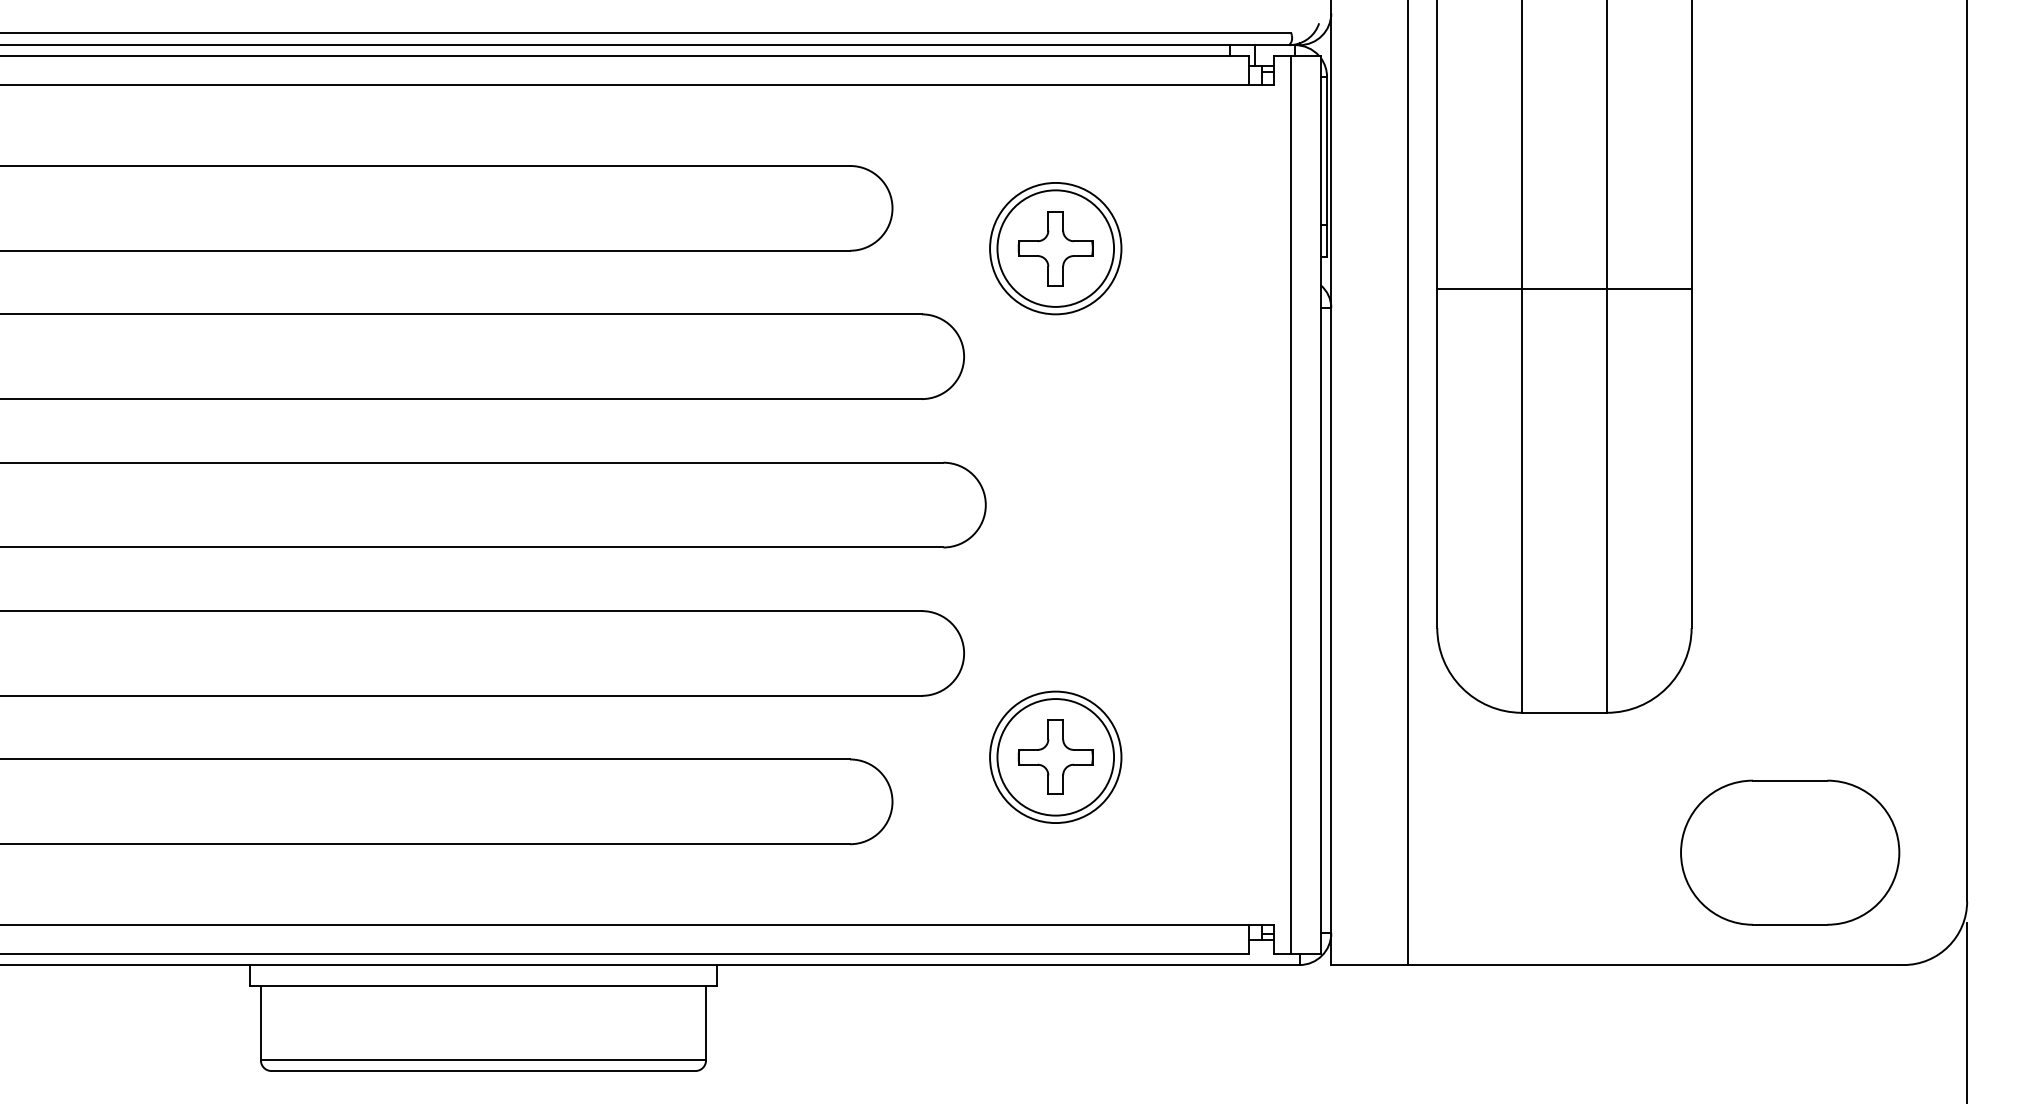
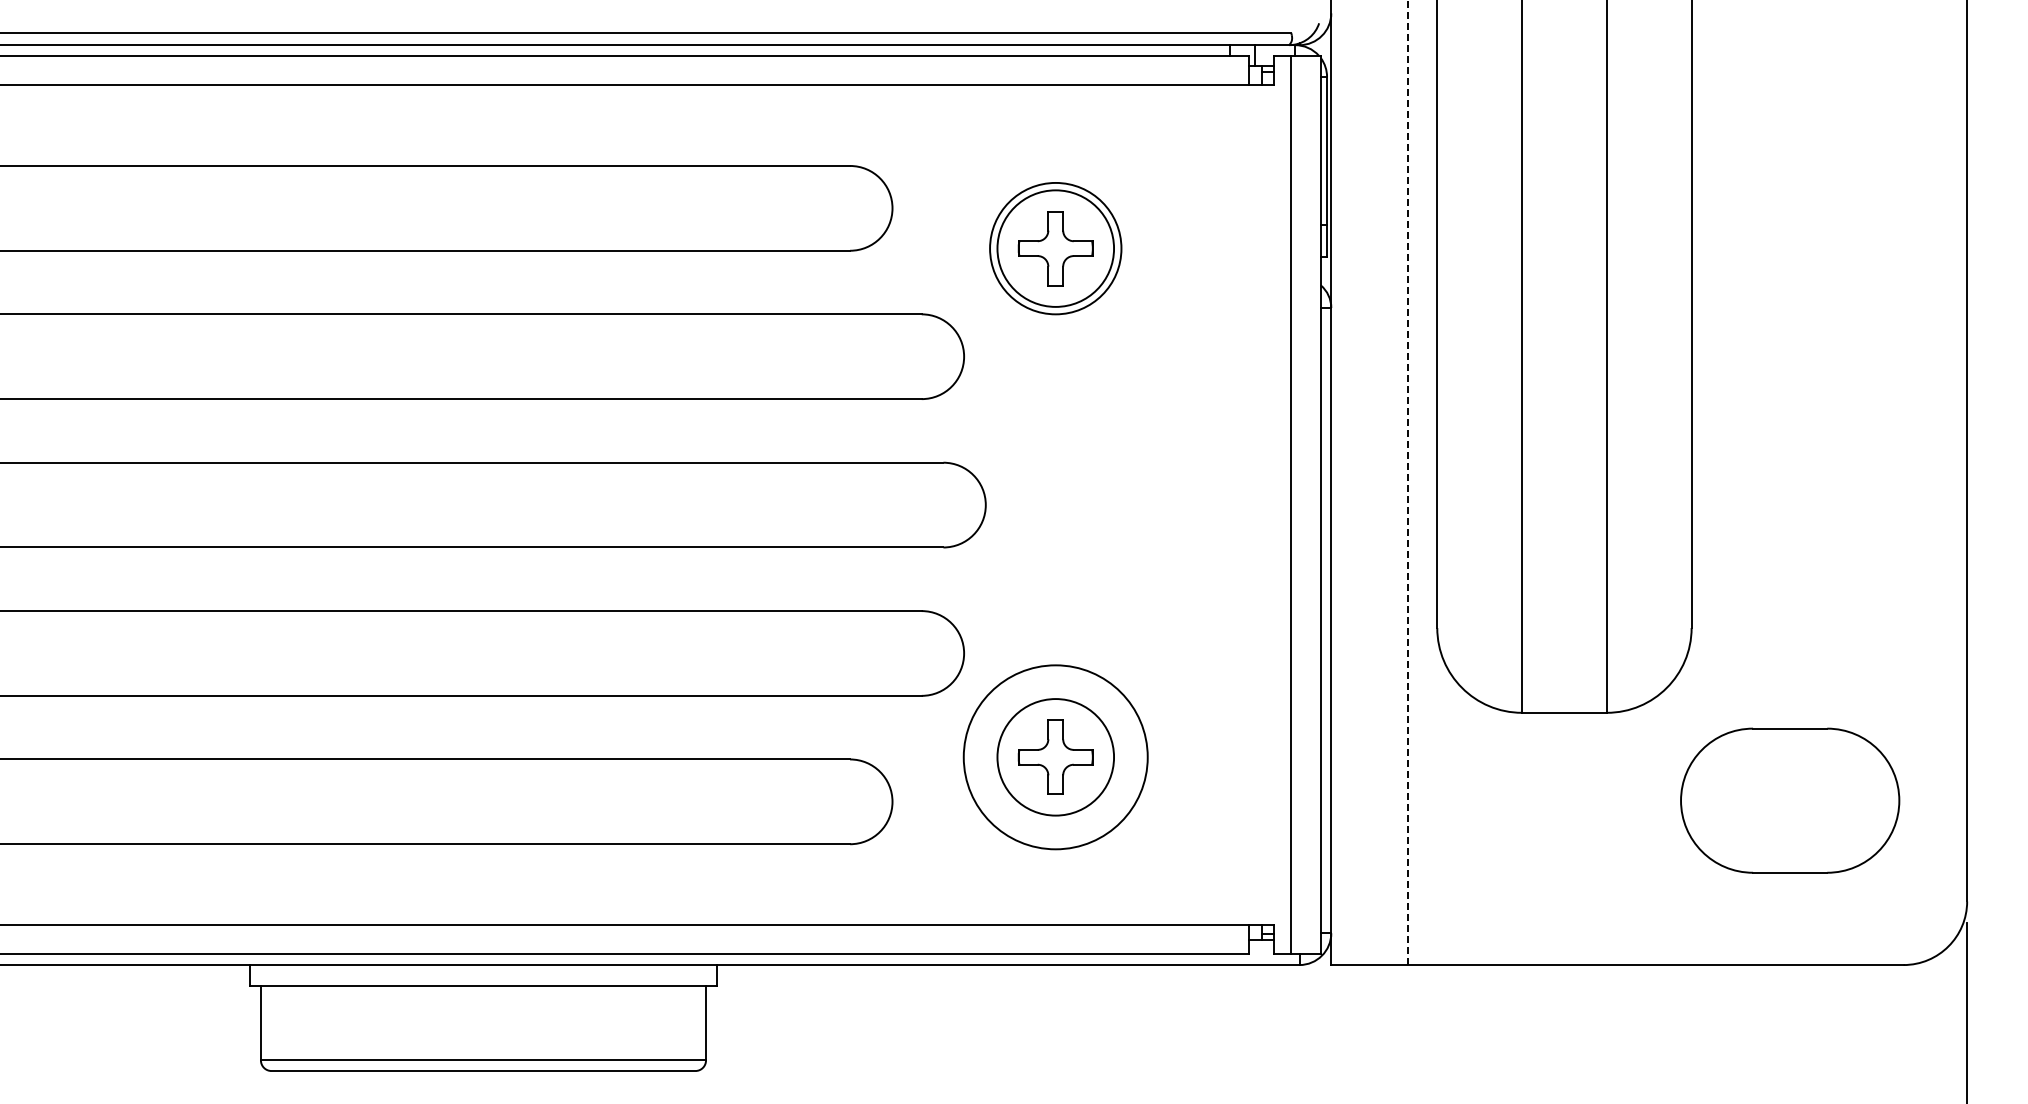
line at (1564, 288): present -> none
line at (1407, 482): solid -> dashed
circle at (1055, 757) diameter: 131 px -> 184 px
part at (1790, 852) position: (1790, 852) -> (1790, 800)
